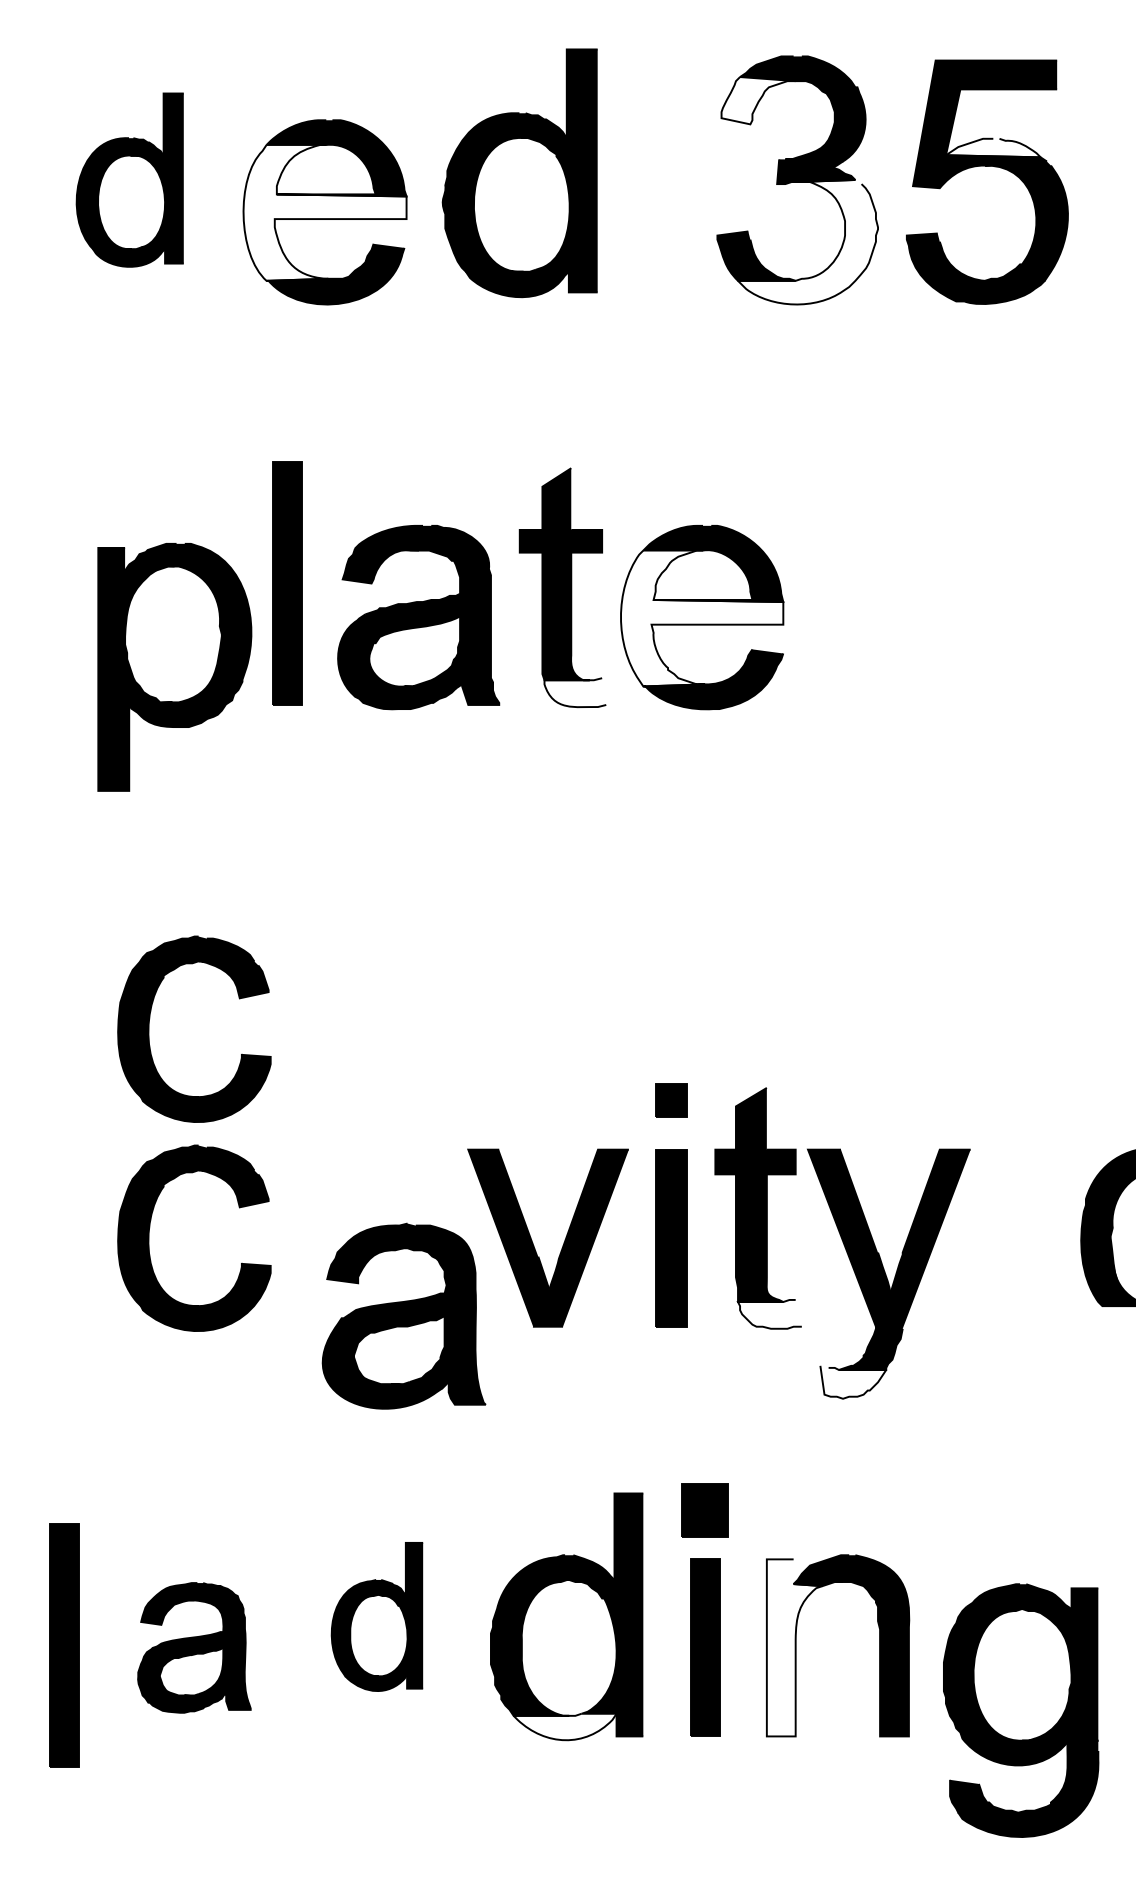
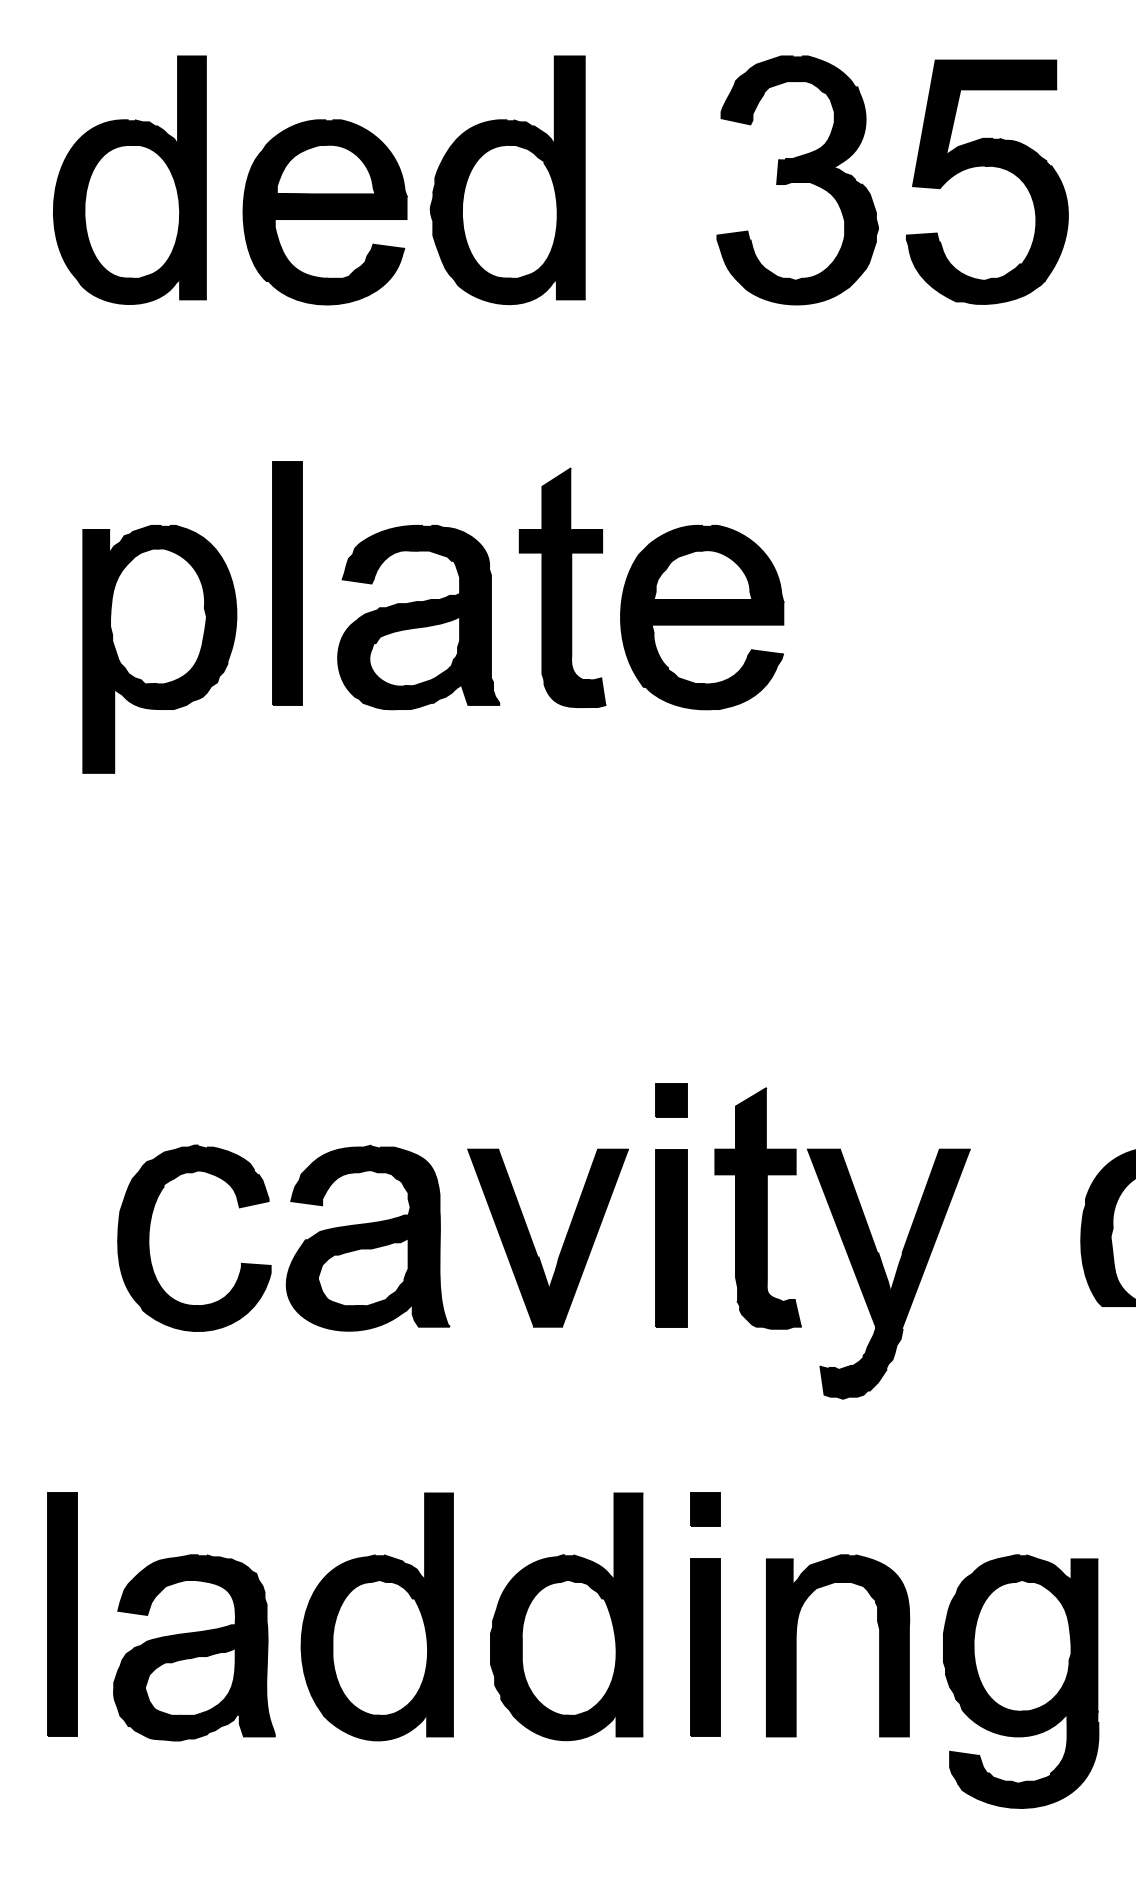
fill at (758, 100): none -> present
fill at (992, 147): none -> present
part at (519, 173) position: (519, 173) -> (507, 180)
part at (129, 179) size: 109x176 px -> 154x250 px
fill at (324, 212): none -> present
fill at (808, 241): none -> present
fill at (701, 618): none -> present
part at (174, 667) position: (174, 667) -> (159, 649)
fill at (575, 692): none -> present
part at (149, 1028): present -> none
fill at (769, 1313): none -> present
part at (403, 1315) position: (403, 1315) -> (367, 1237)
fill at (853, 1381): none -> present
part at (704, 1510) size: 48x55 px -> 31x35 px
part at (376, 1616) size: 94x150 px -> 154x250 px
part at (64, 1645) position: (64, 1645) -> (62, 1614)
part at (194, 1647) size: 115x132 px -> 163x188 px
fill at (794, 1647): none -> present
part at (1021, 1710) position: (1021, 1710) -> (1021, 1681)
fill at (564, 1726): none -> present
